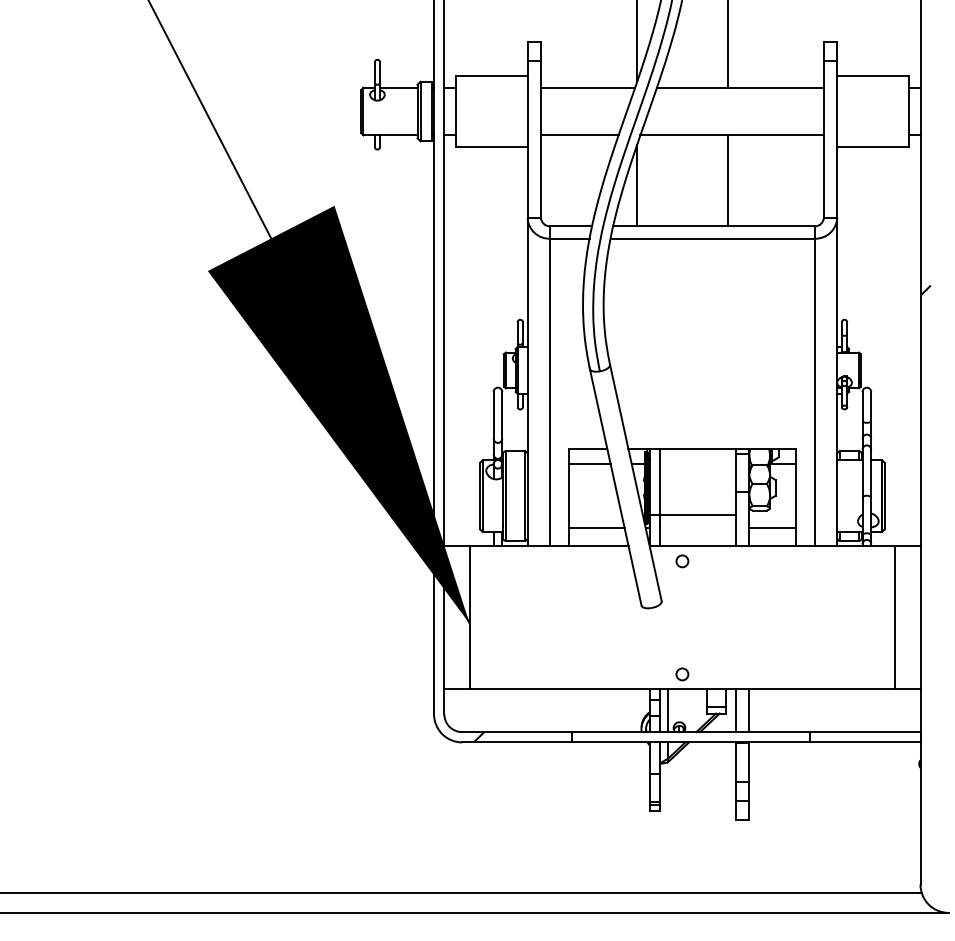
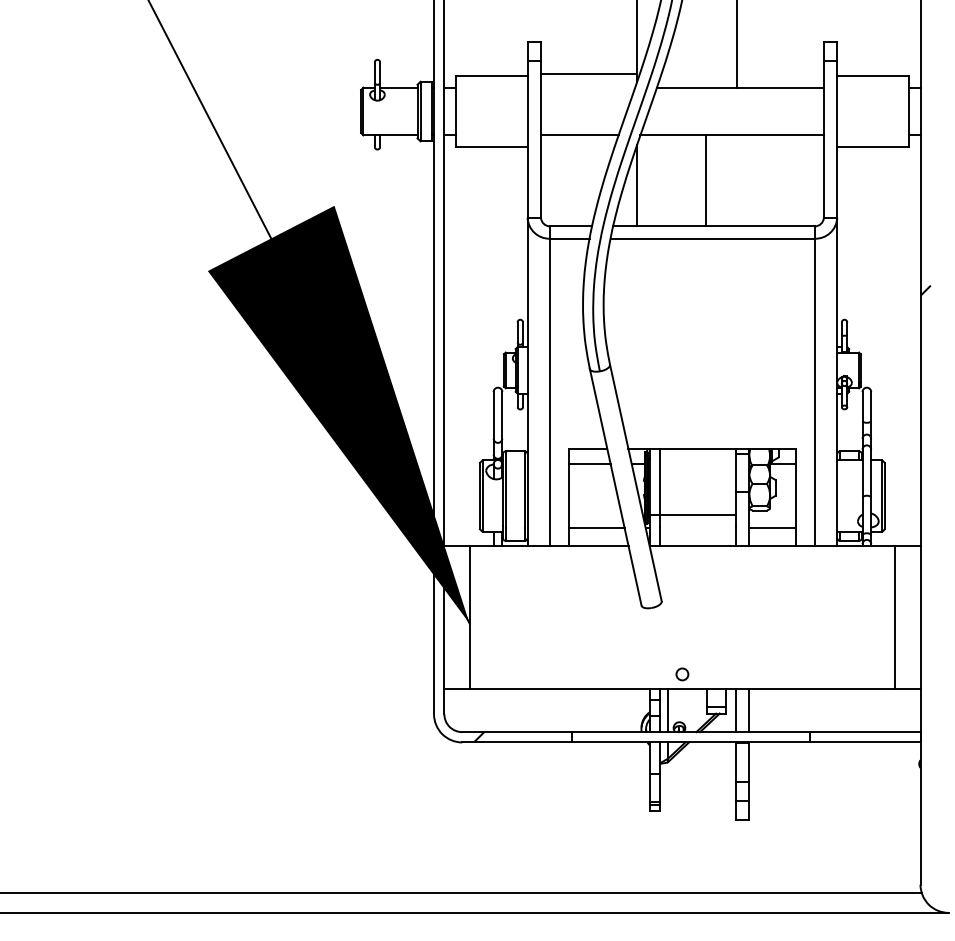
line at (727, 44) position: (727, 44) -> (736, 44)
line at (588, 87) position: (588, 87) -> (588, 73)
line at (727, 180) position: (727, 180) -> (705, 180)
circle at (682, 561): present -> none
